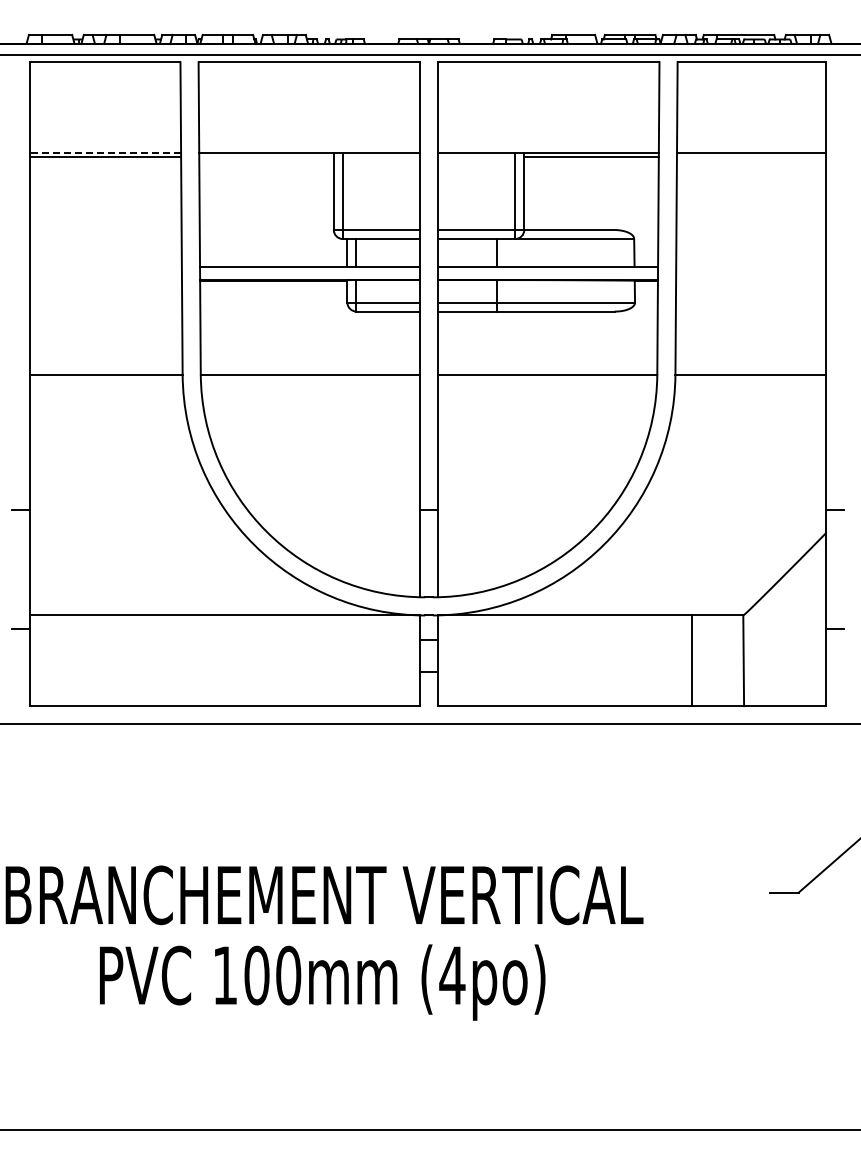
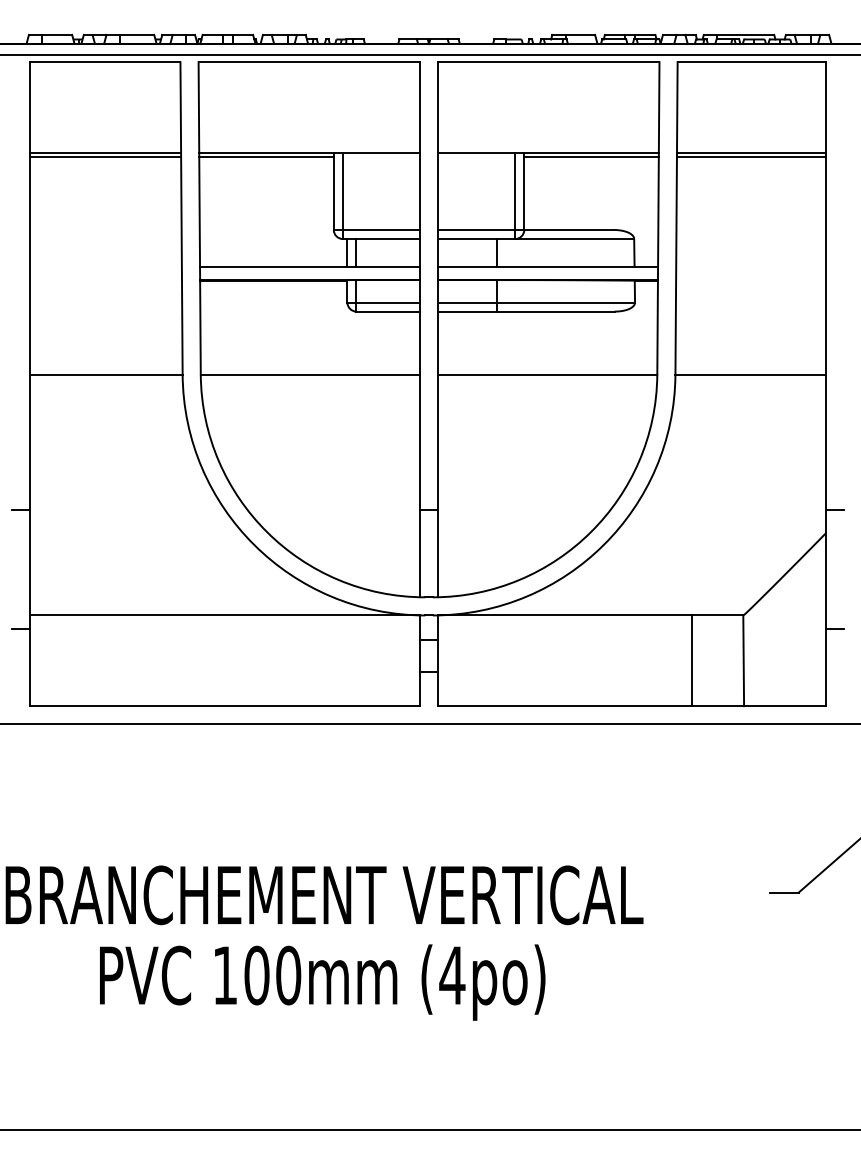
line at (105, 152): dashed -> solid
line at (266, 157): none -> present
line at (750, 157): none -> present
